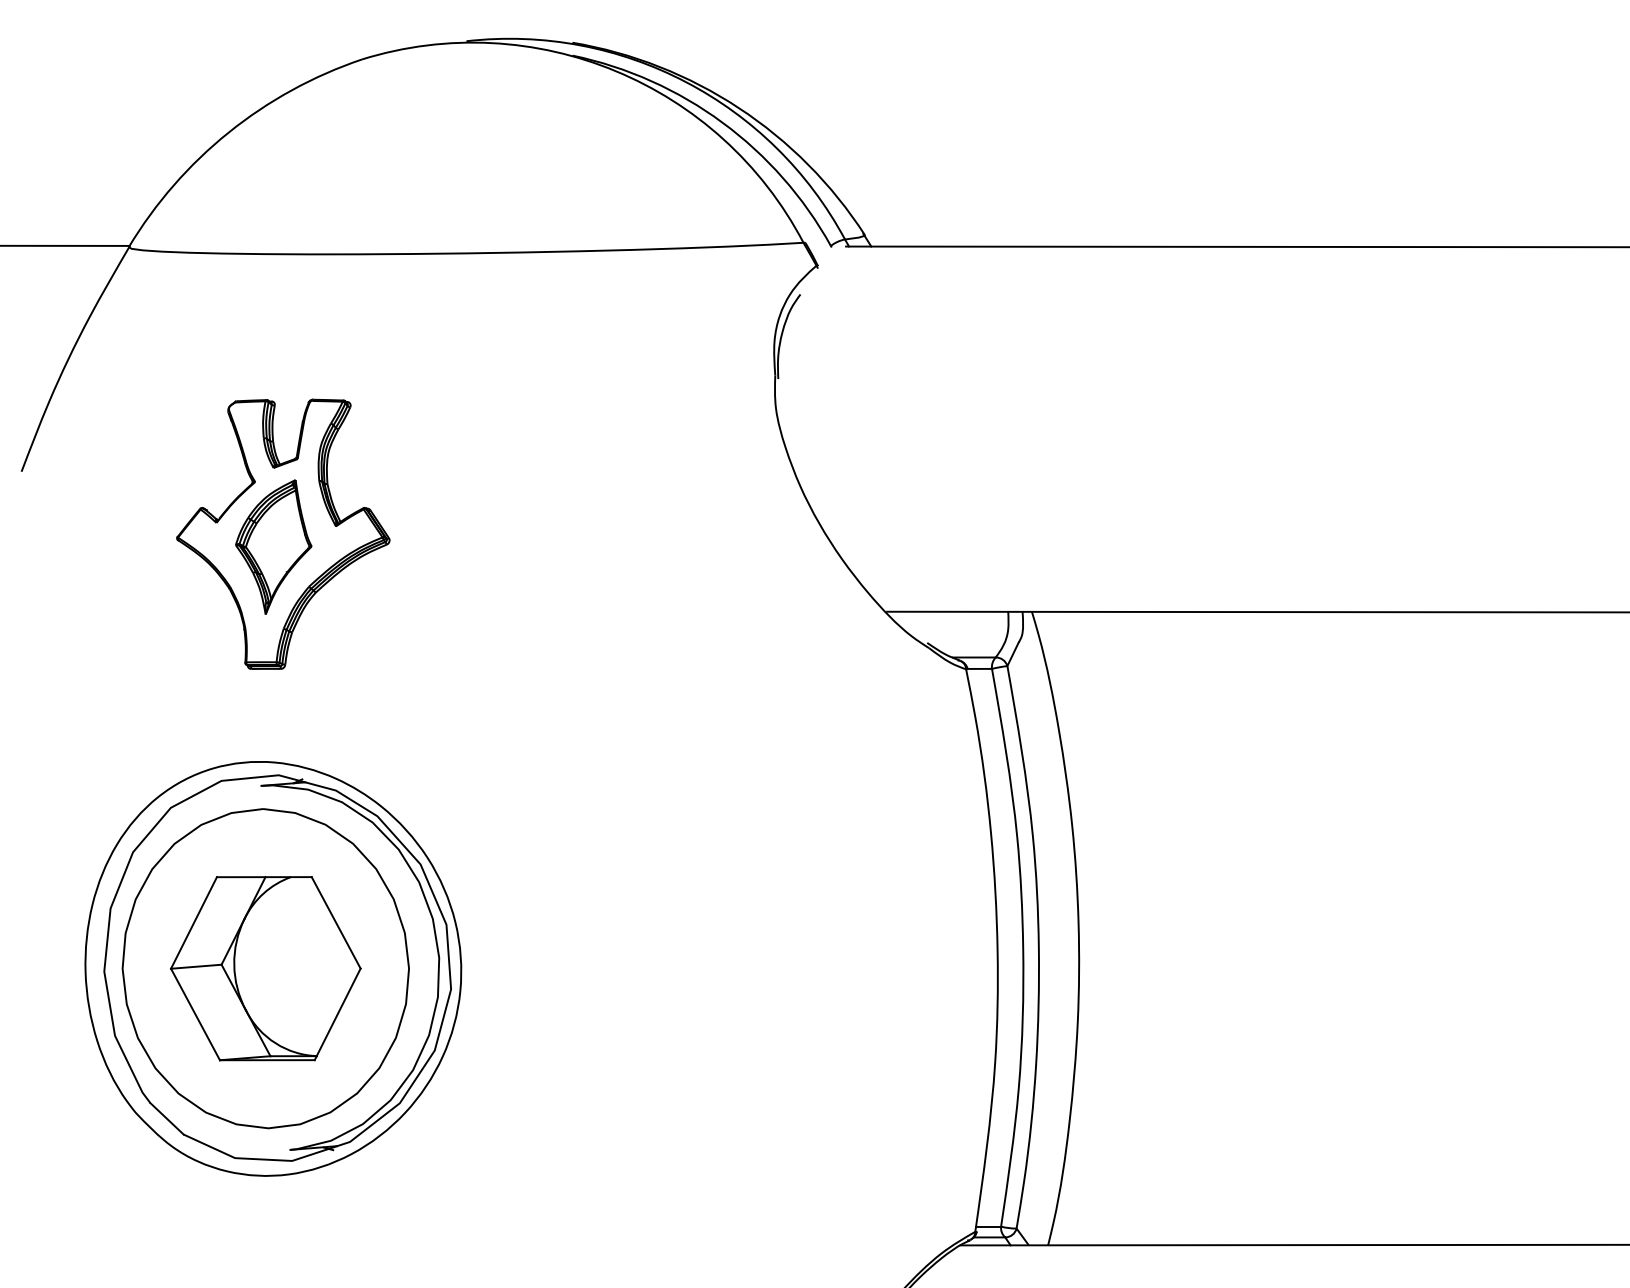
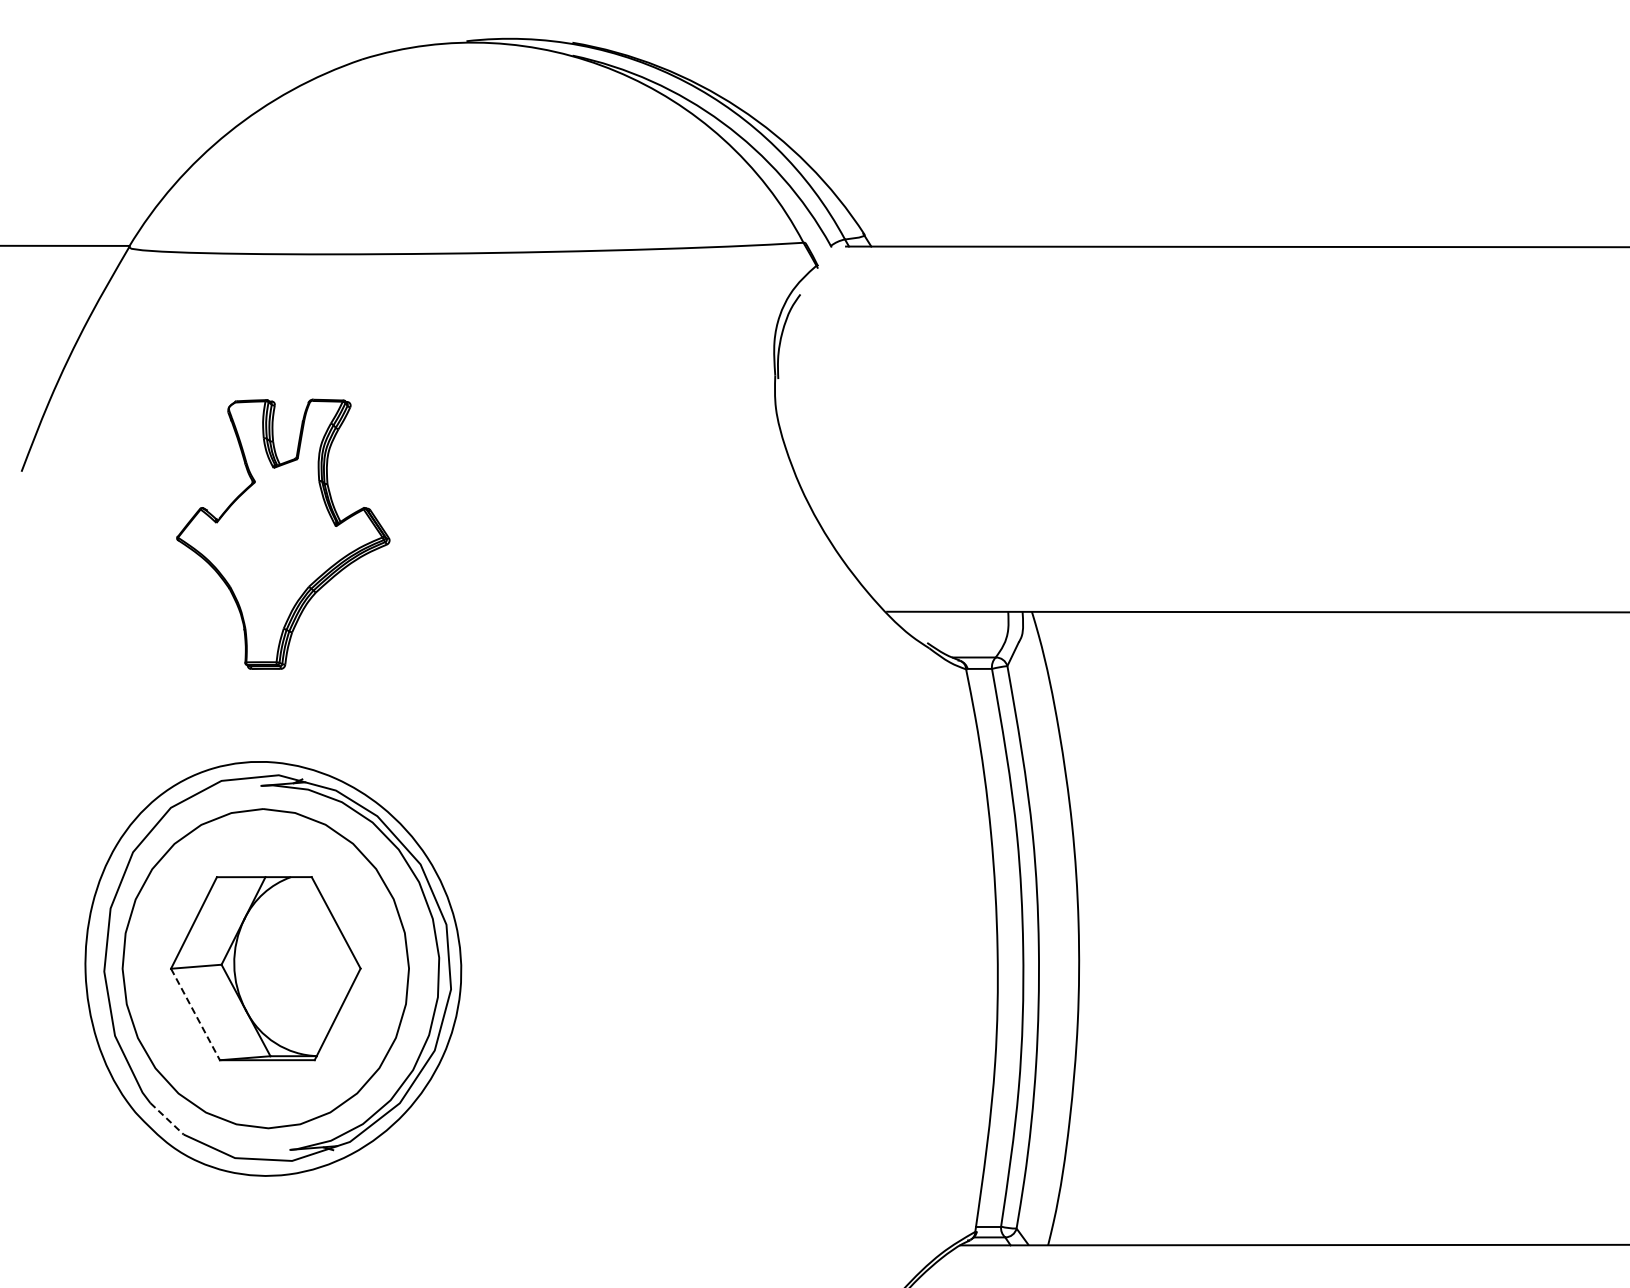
part at (273, 546): present -> none
line at (195, 1014): solid -> dashed
line at (167, 1118): solid -> dashed
